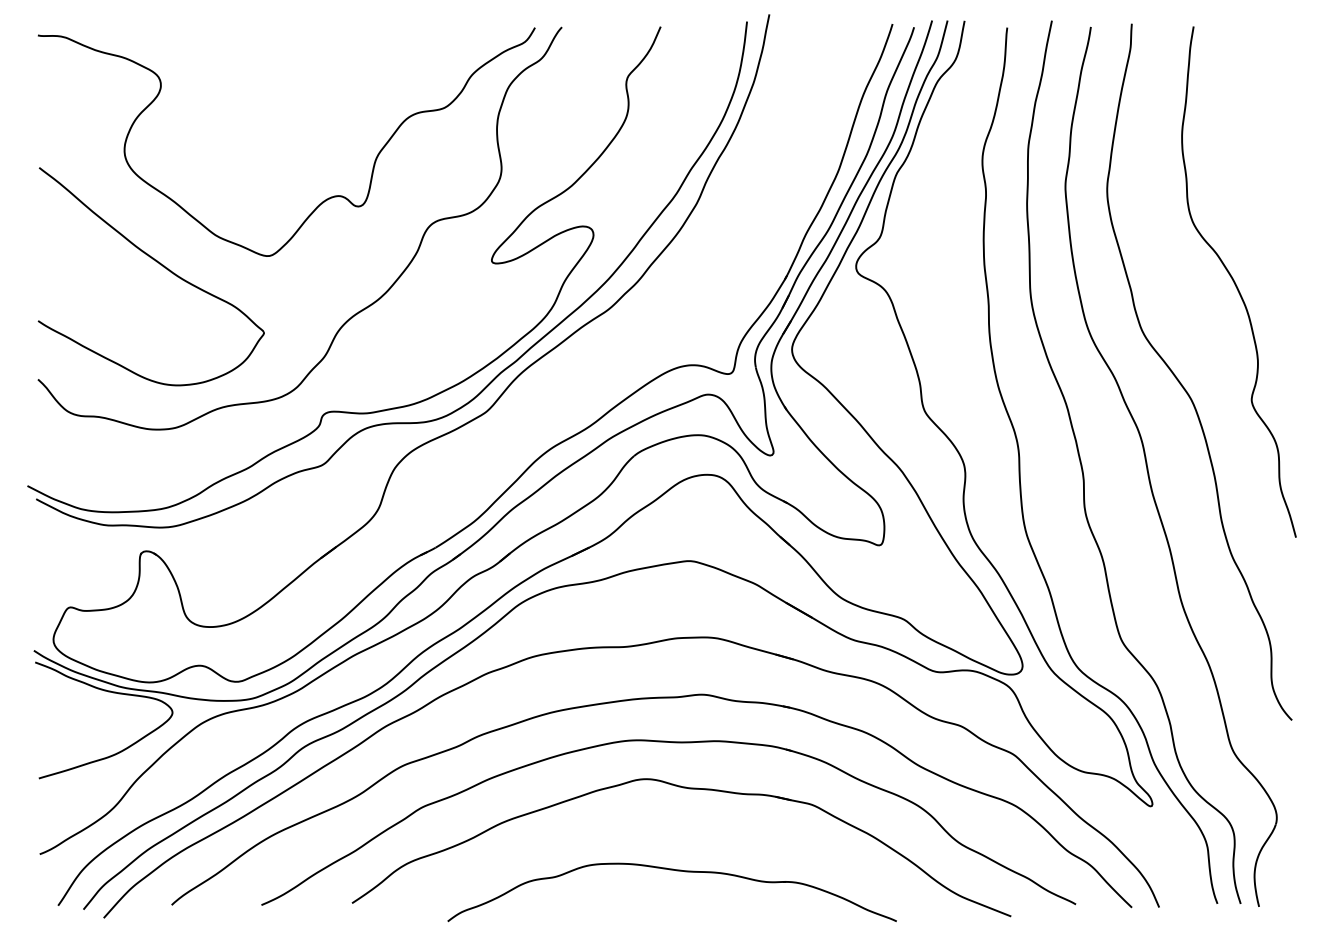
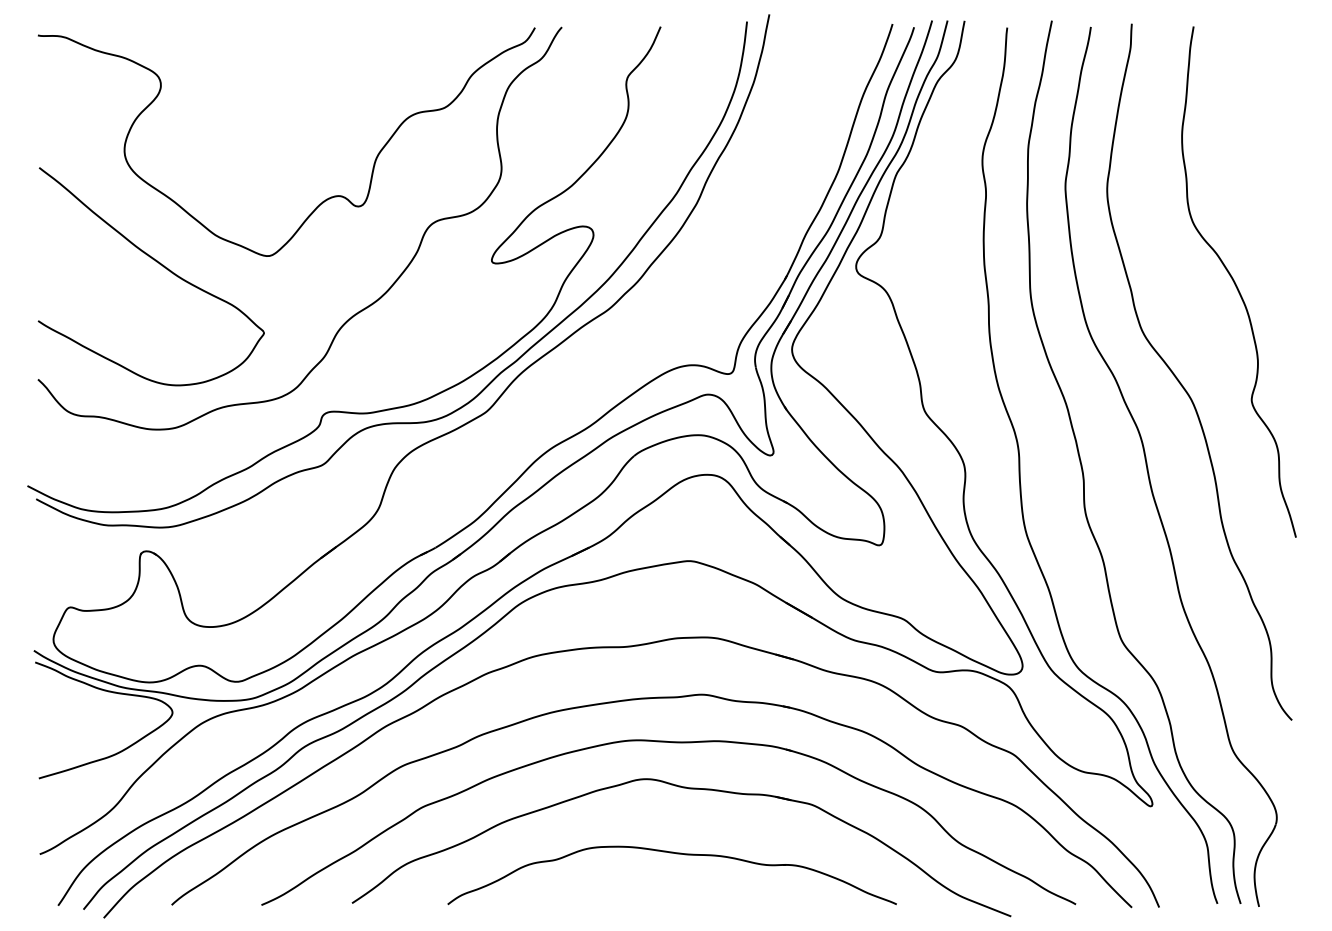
part at (676, 871) position: (676, 871) -> (676, 854)
